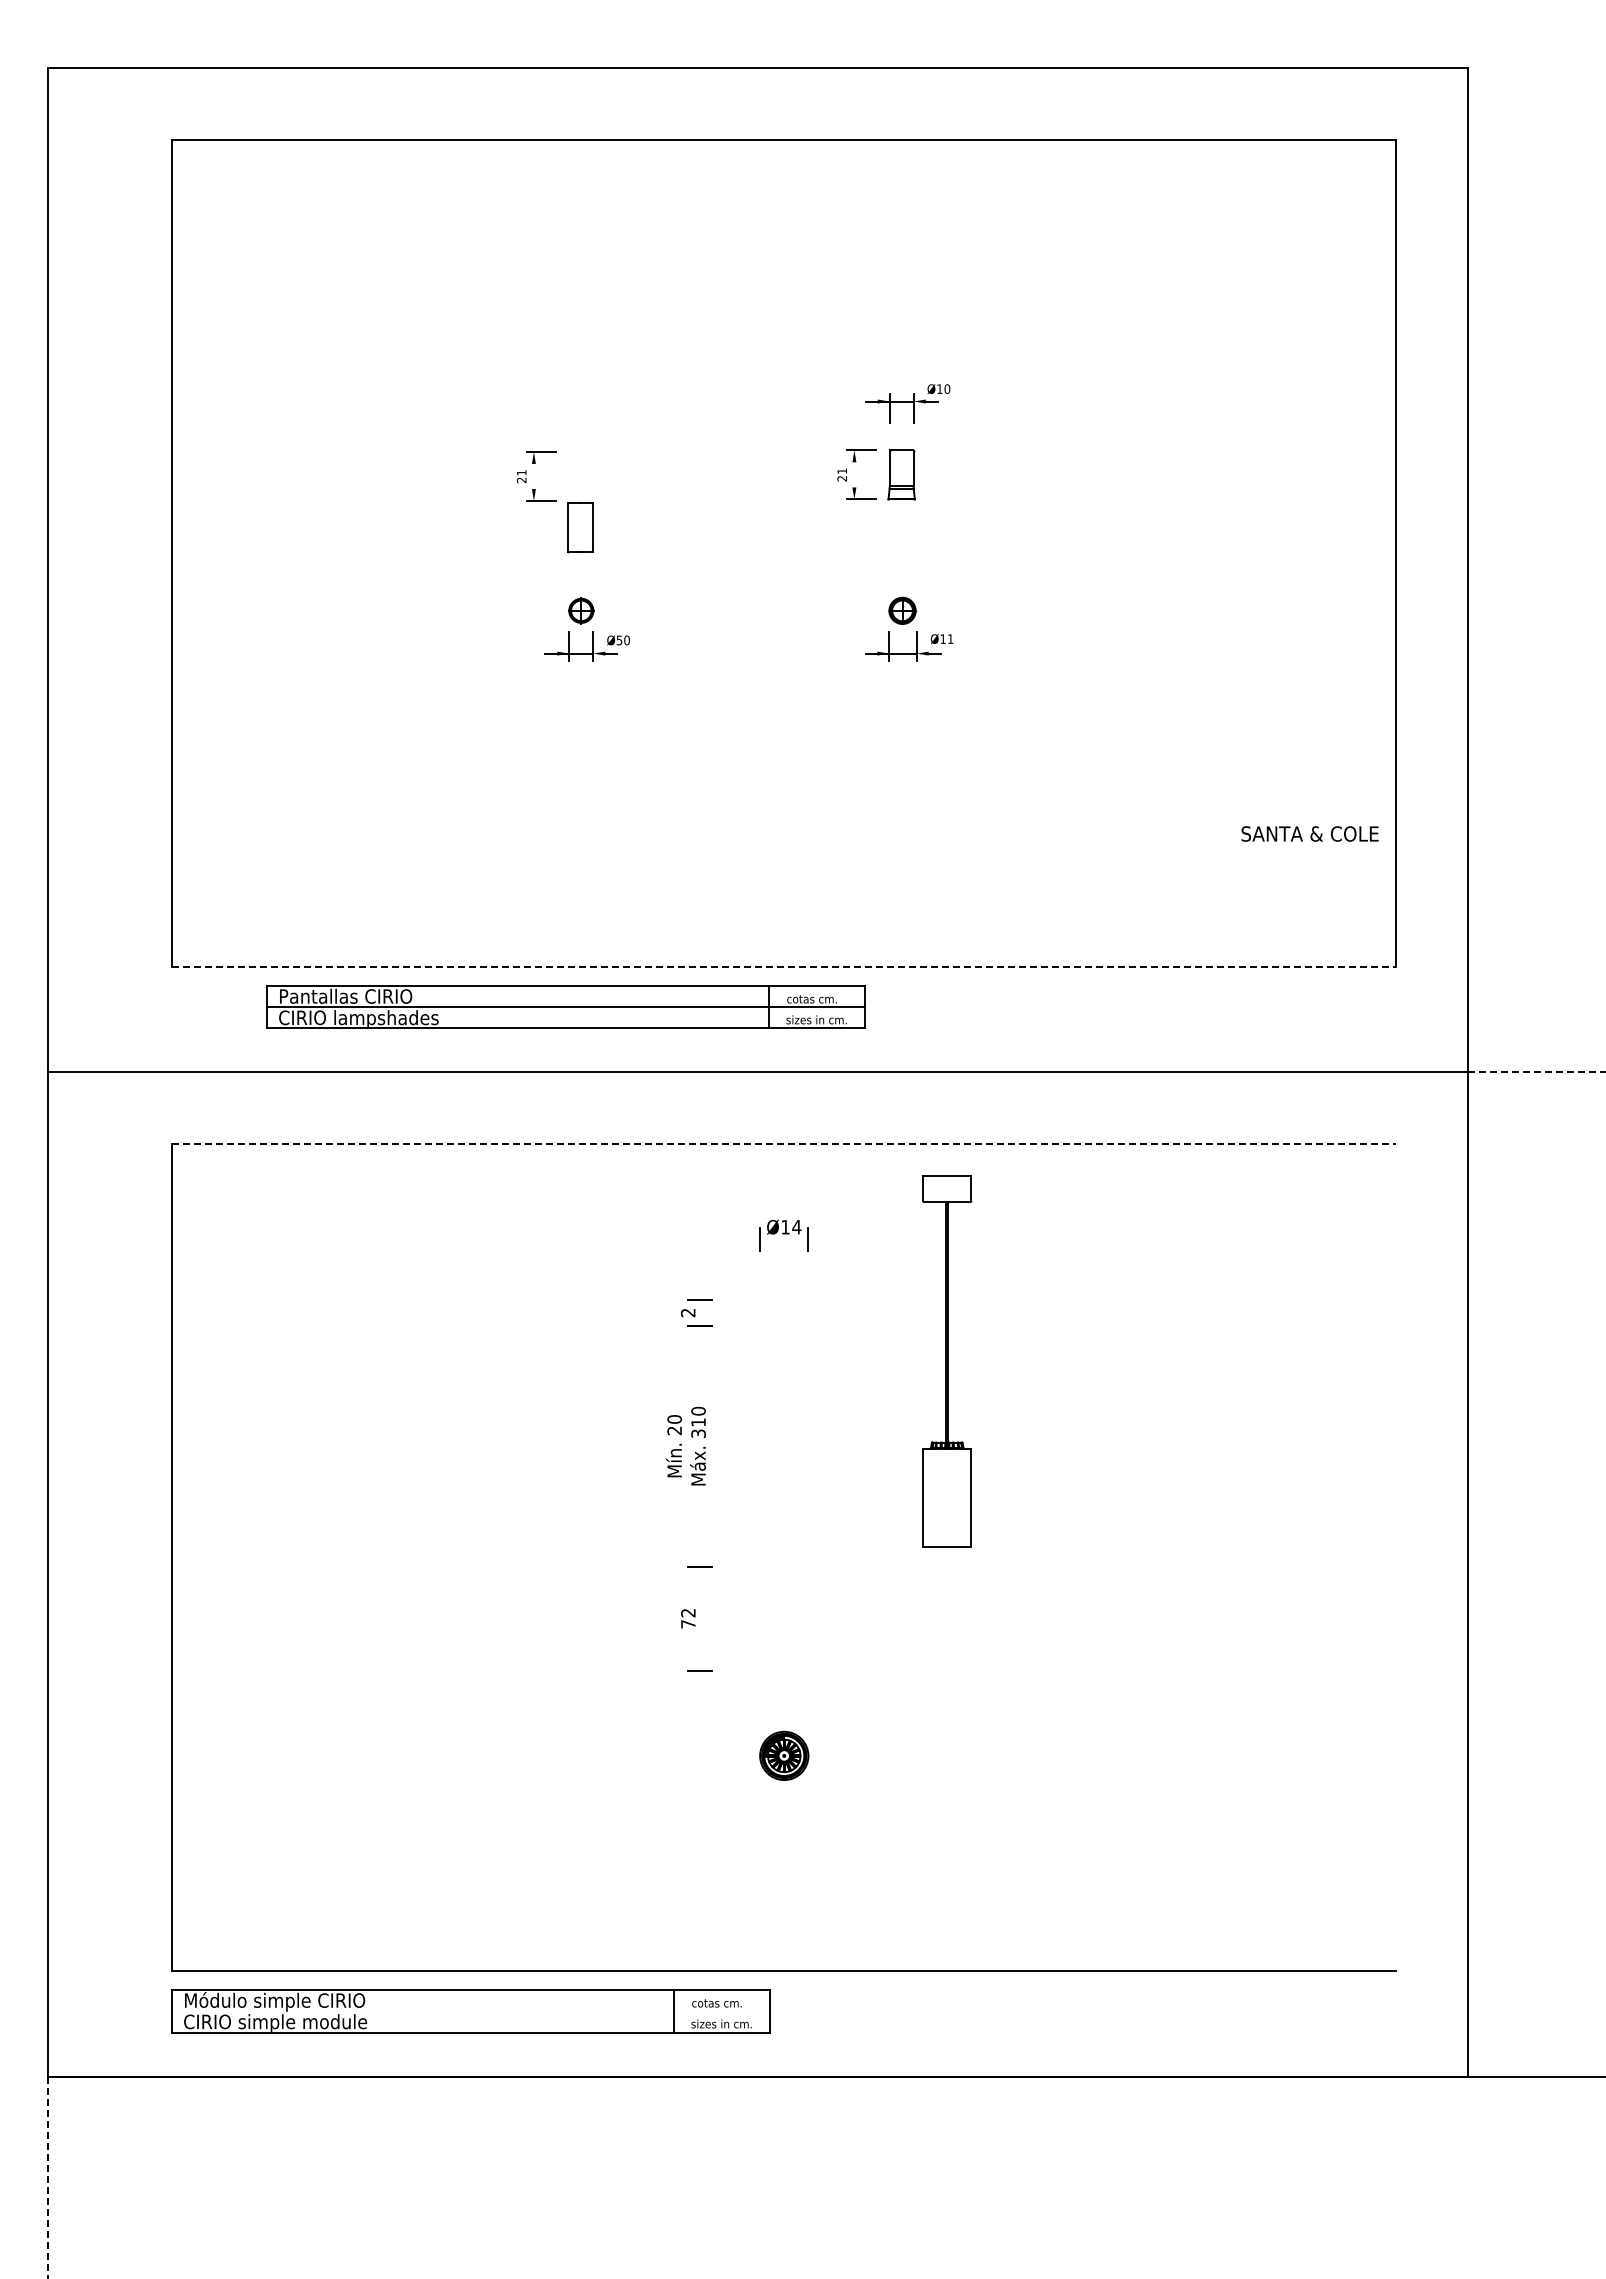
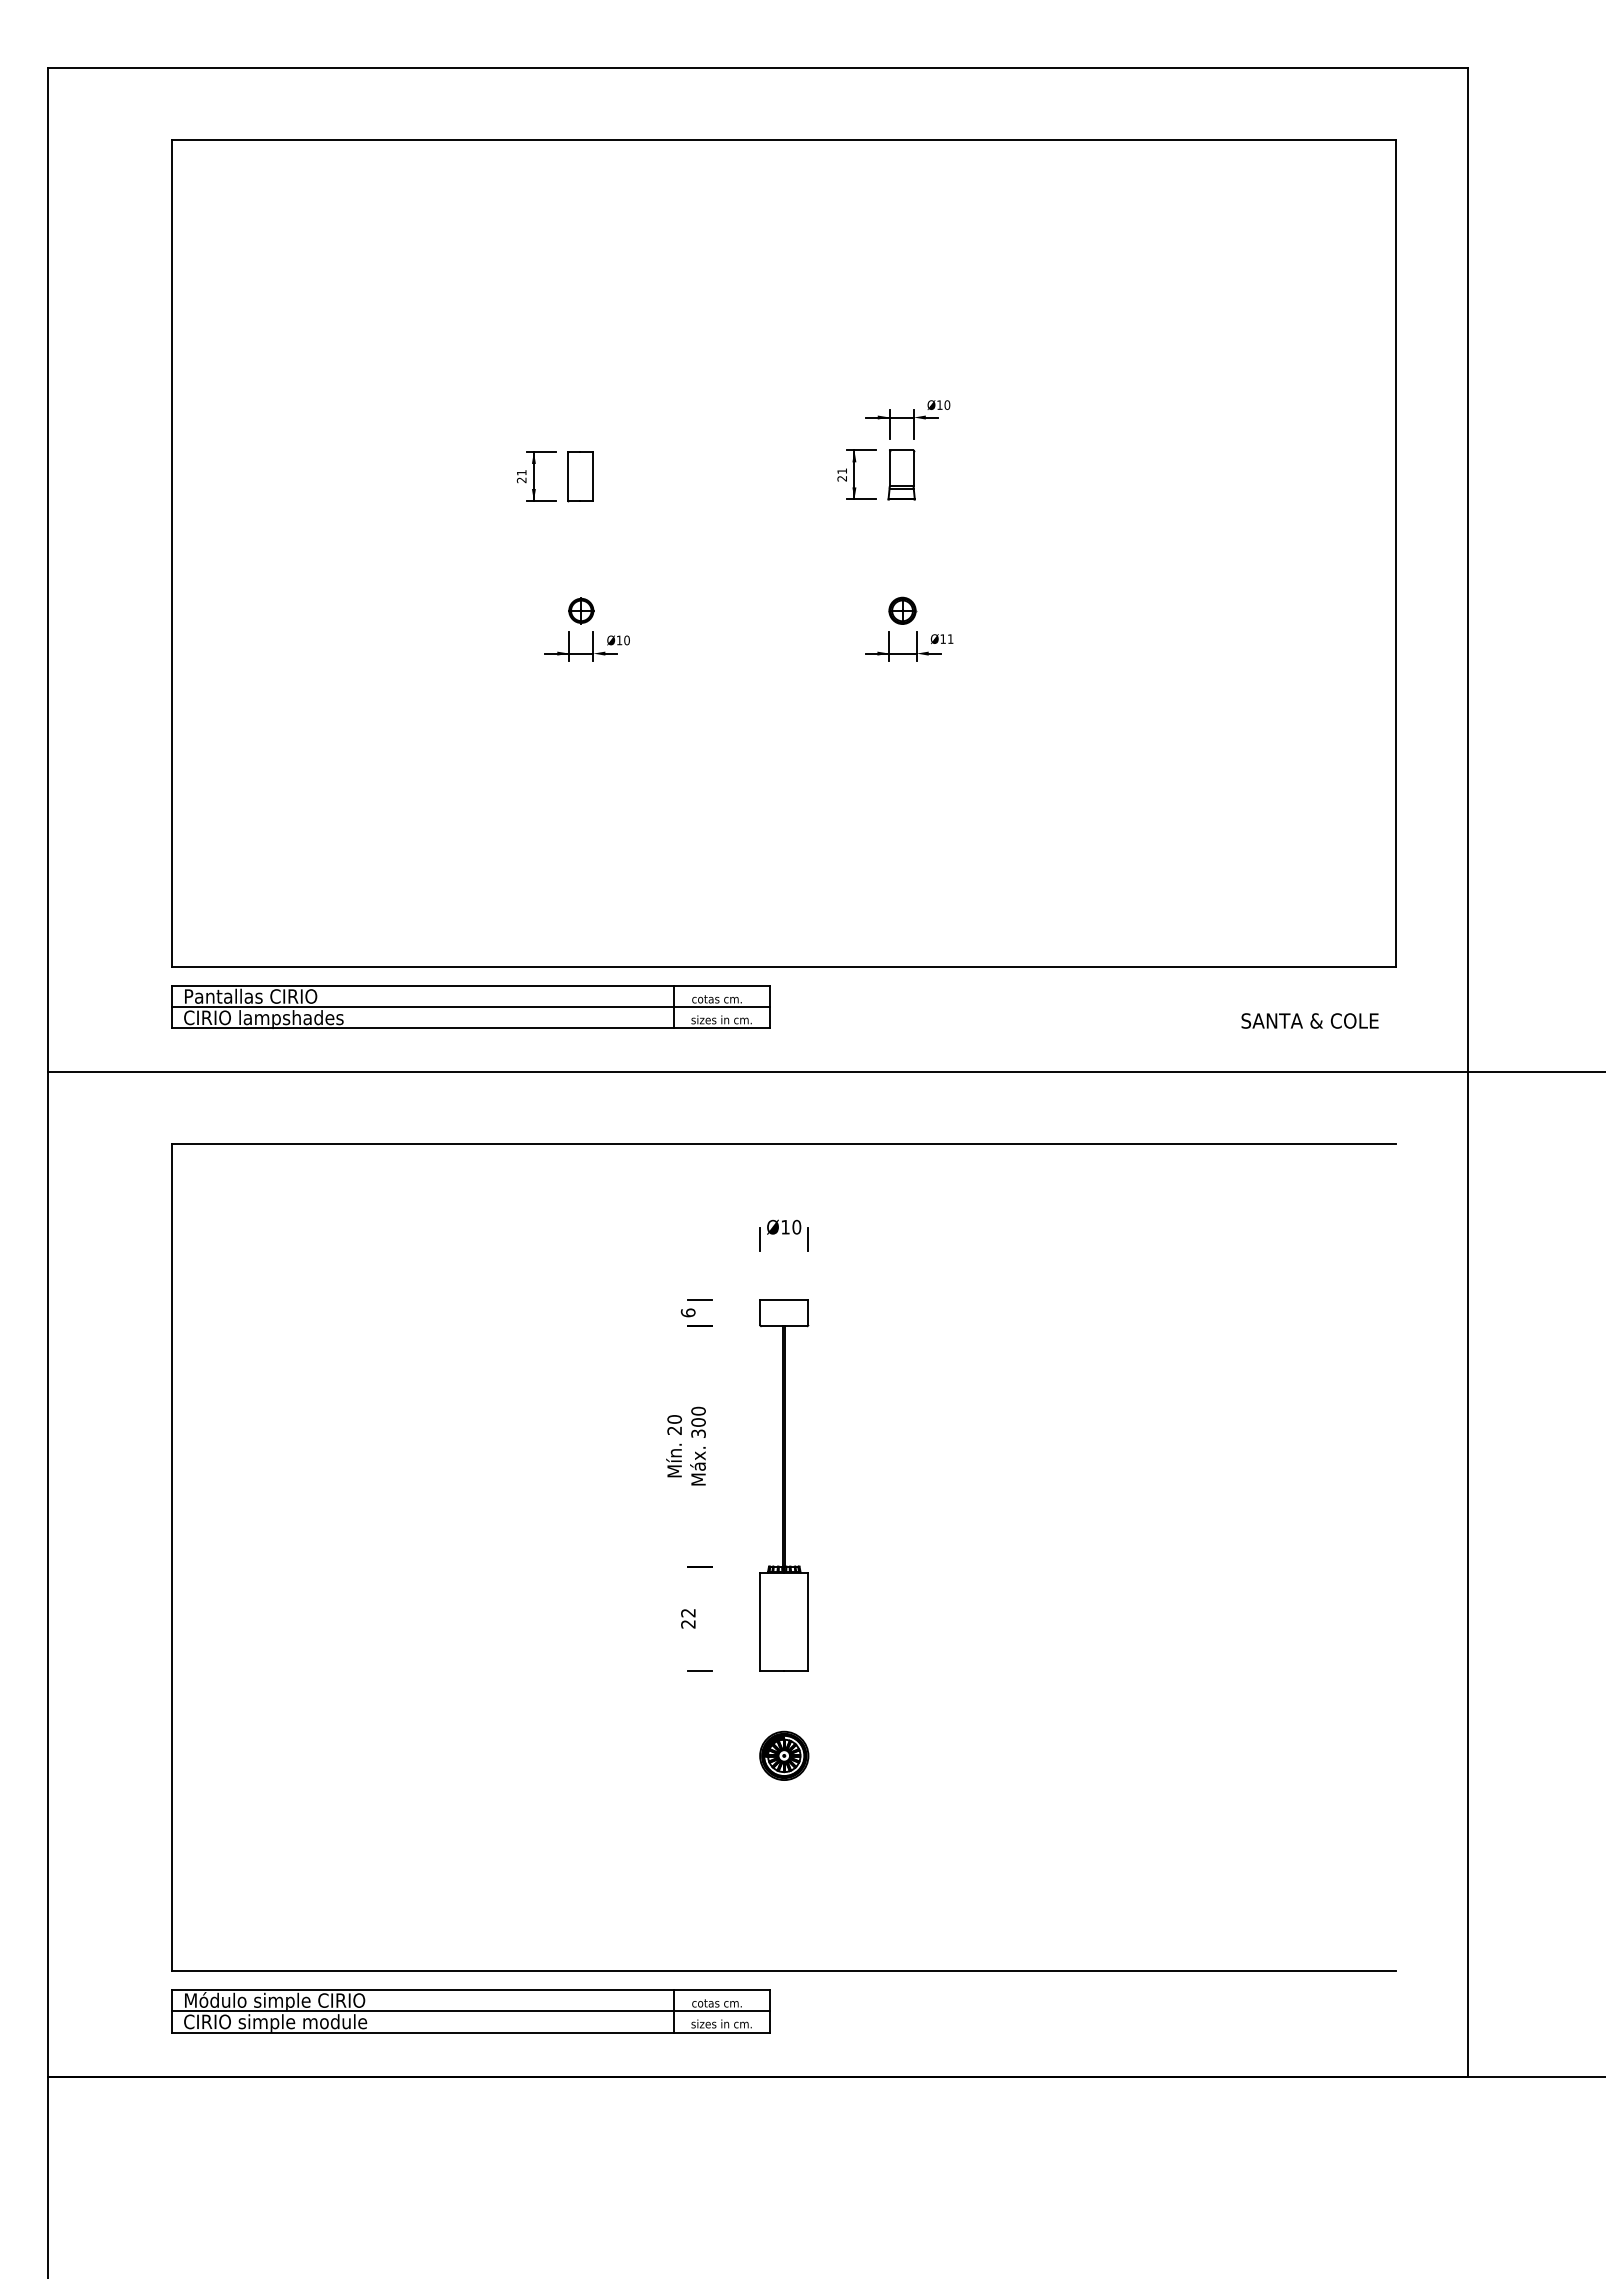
part at (907, 403) position: (907, 403) -> (907, 419)
line at (854, 474): none -> present
line at (533, 475): none -> present
part at (580, 527) position: (580, 527) -> (580, 476)
text at (619, 640): Ø50 -> Ø10
text at (1309, 833) position: (1309, 833) -> (1309, 1020)
line at (784, 967): dashed -> solid
part at (565, 1006) position: (565, 1006) -> (470, 1006)
line at (1536, 1072): dashed -> solid
line at (784, 1144): dashed -> solid
text at (796, 1226): Ø14 -> Ø10
text at (687, 1312): 2 -> 6
part at (947, 1361) position: (947, 1361) -> (784, 1485)
text at (698, 1422): 310 -> 300
text at (688, 1624): 72 -> 22
line at (470, 2011): none -> present
line at (47, 2177): dashed -> solid
